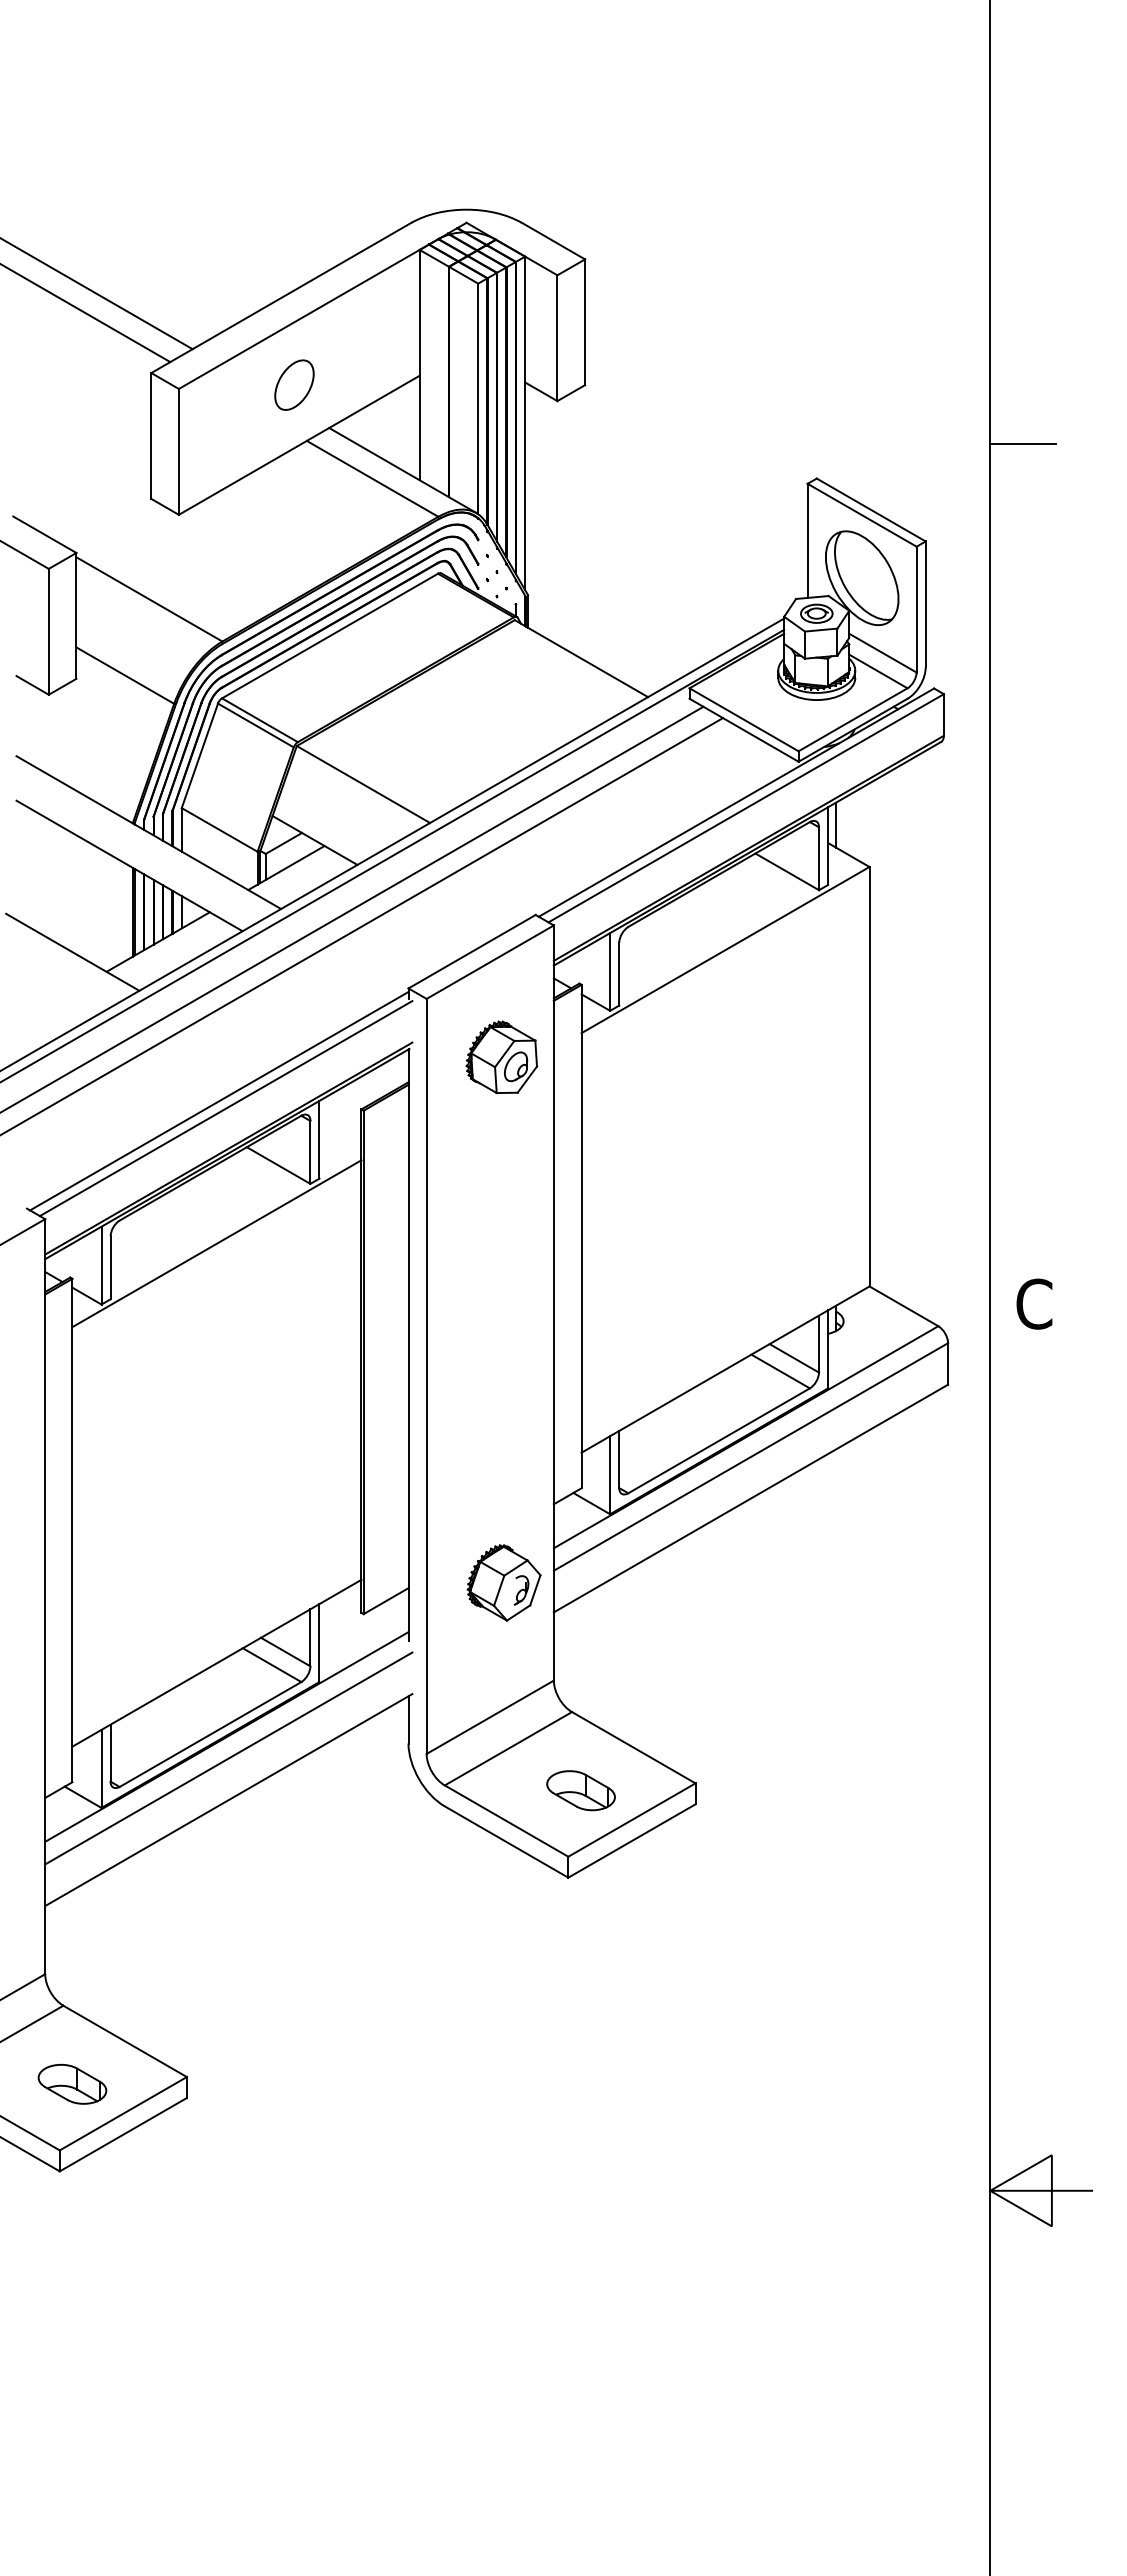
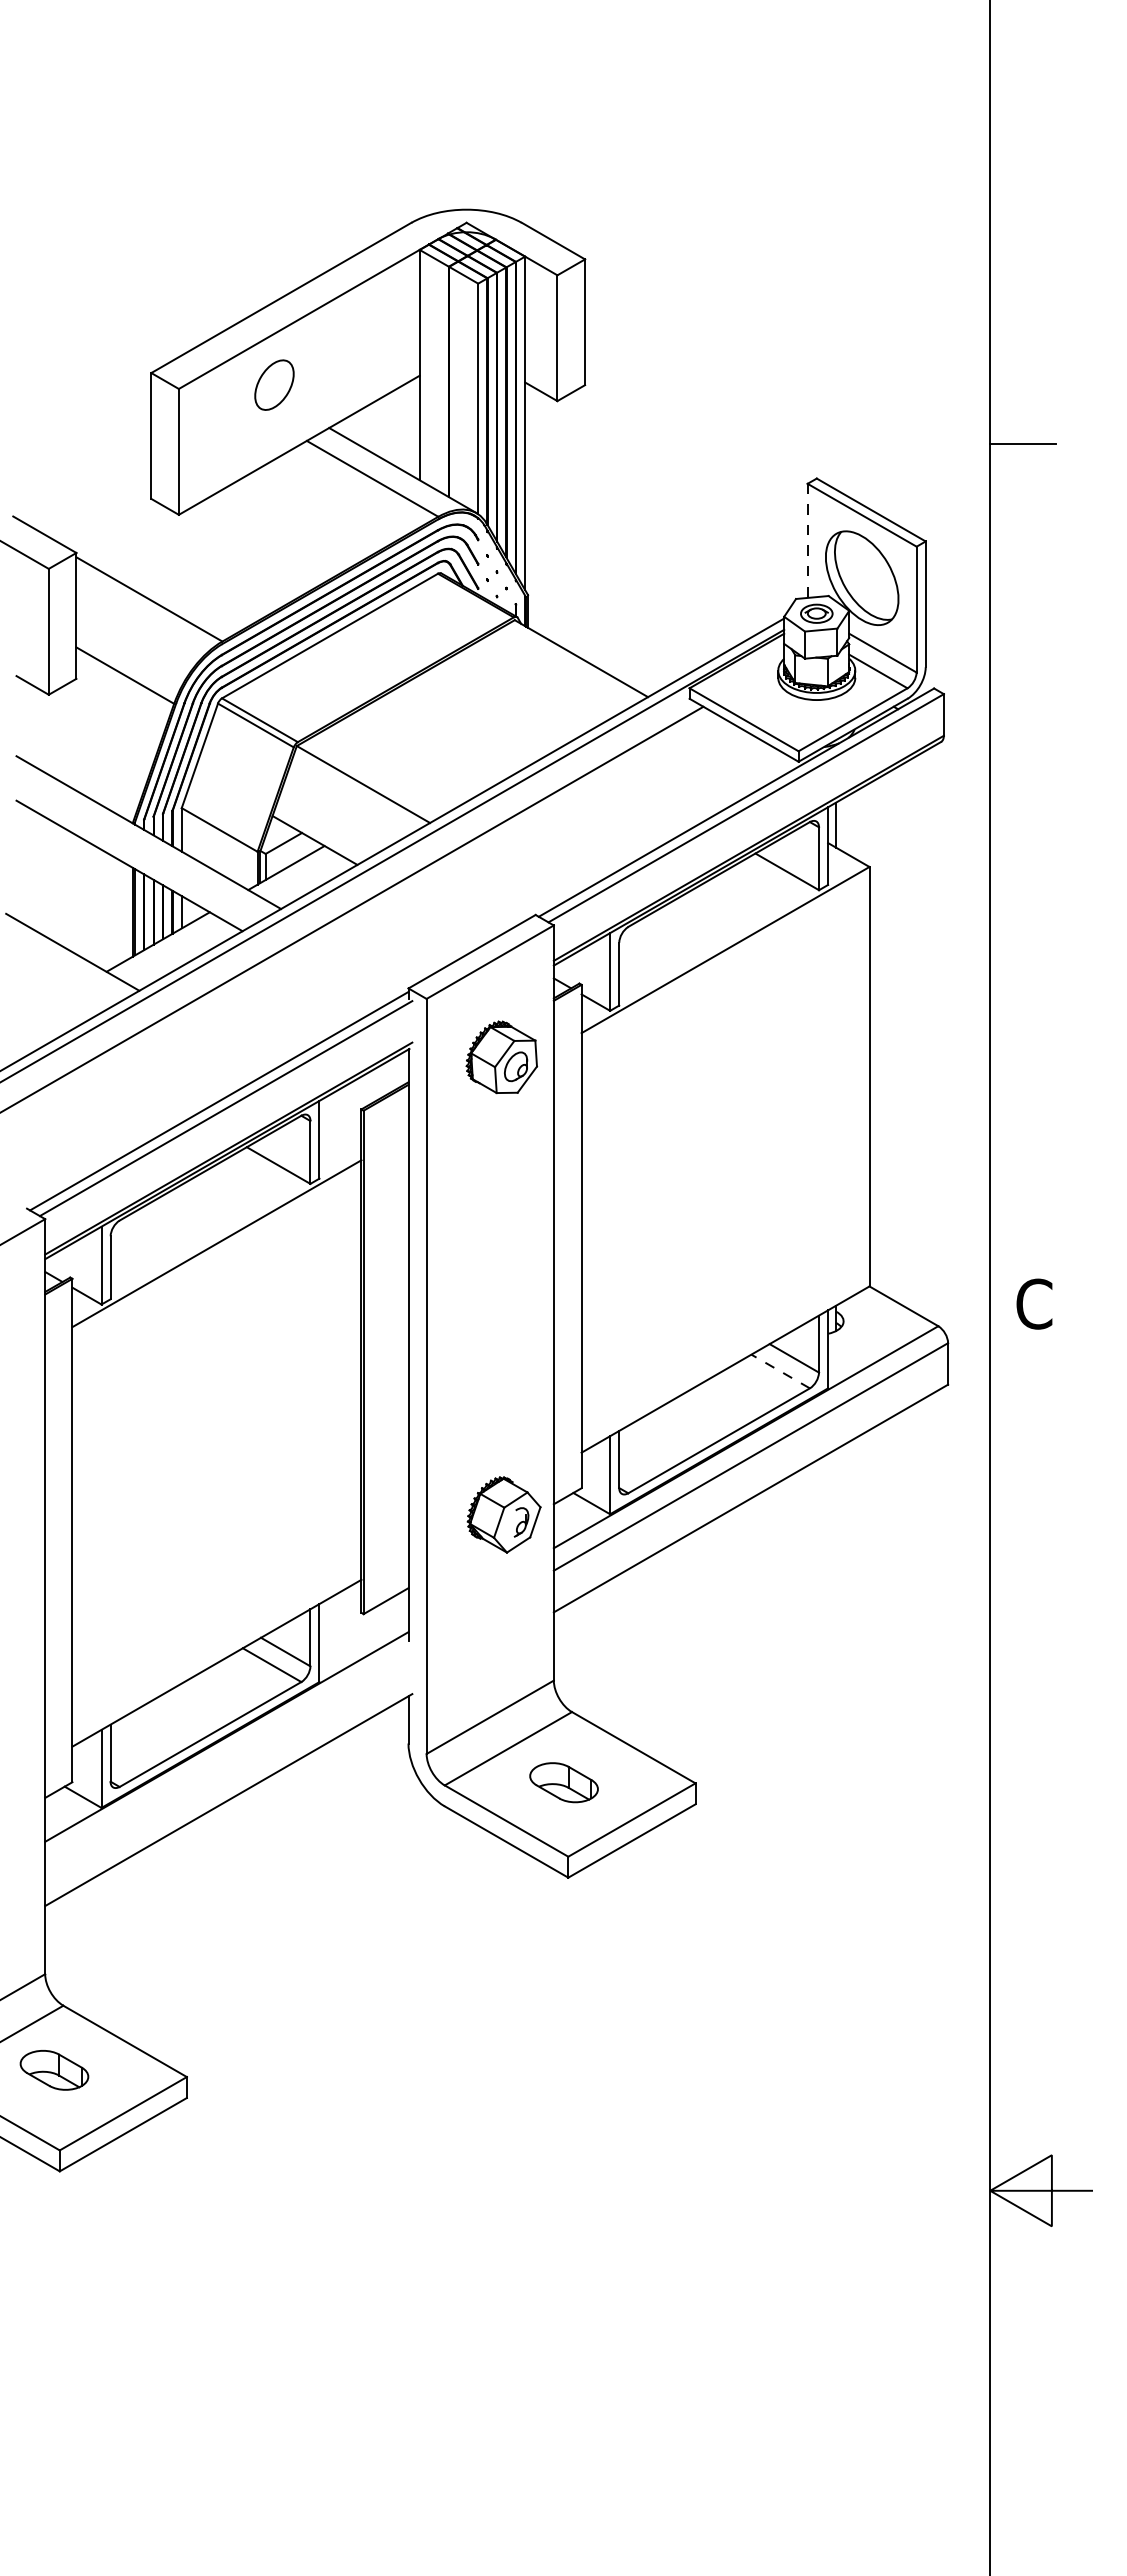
line at (97, 294): present -> none
line at (86, 313): present -> none
part at (294, 384) position: (294, 384) -> (274, 384)
line at (807, 541): solid -> dashed
line at (362, 925): present -> none
line at (780, 1371): solid -> dashed
part at (503, 1582) position: (503, 1582) -> (503, 1514)
line at (228, 1758): present -> none
part at (580, 1790) position: (580, 1790) -> (563, 1782)
part at (72, 2084) position: (72, 2084) -> (54, 2070)
